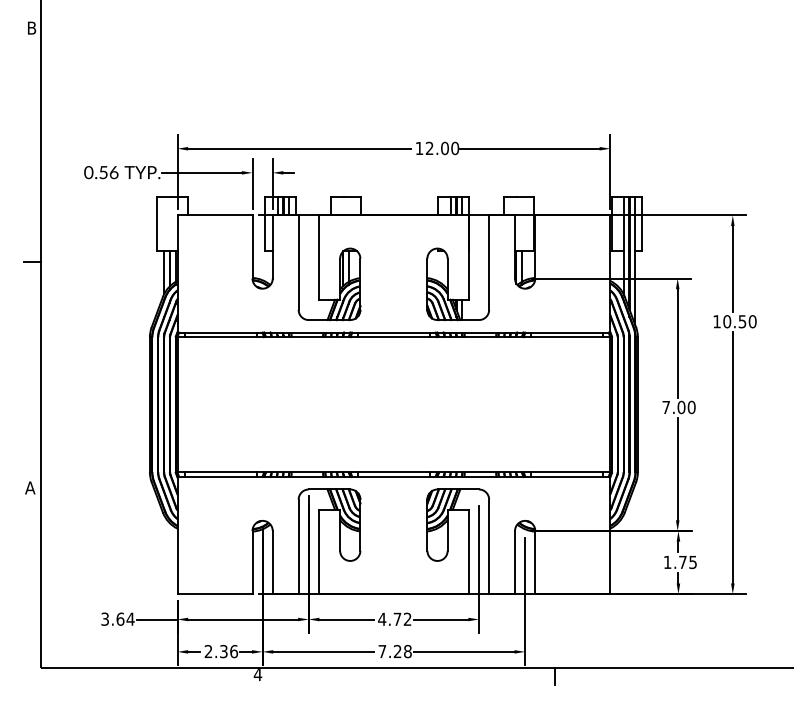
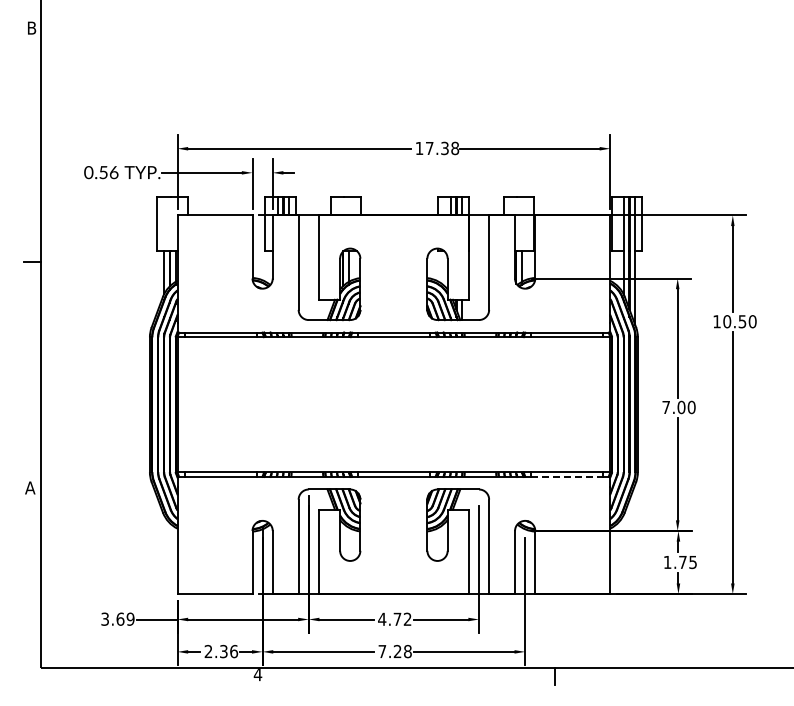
text at (442, 148): 12.00 -> 17.38
line at (567, 476): solid -> dashed
text at (130, 618): 3.64 -> 3.69
